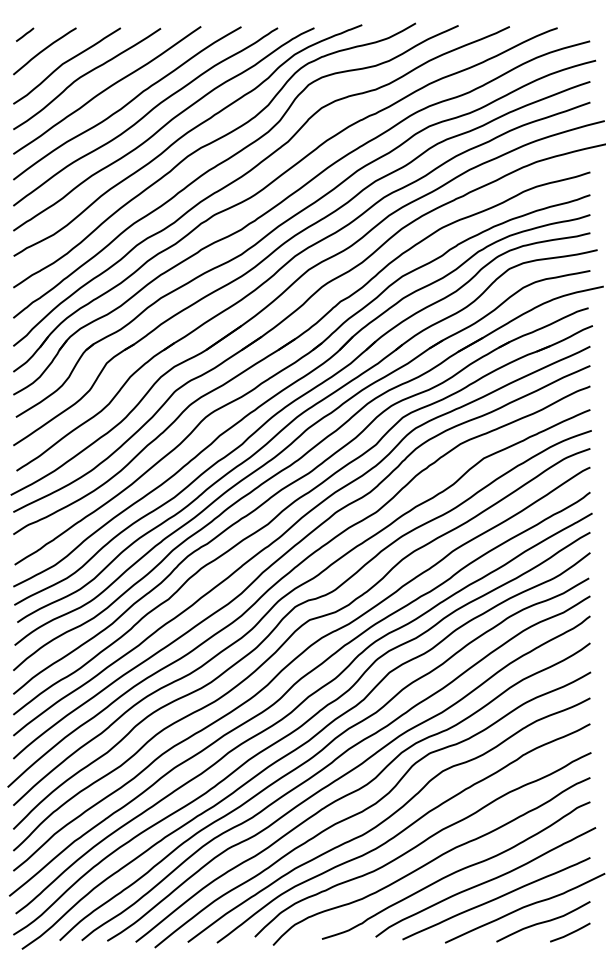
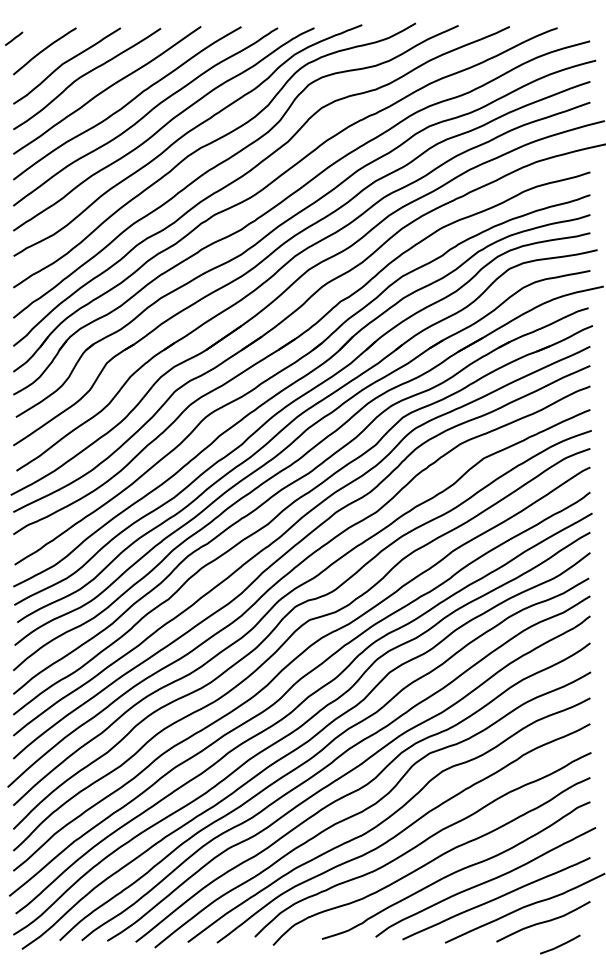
line at (25, 34) position: (25, 34) -> (14, 38)
line at (570, 932) position: (570, 932) -> (560, 944)
